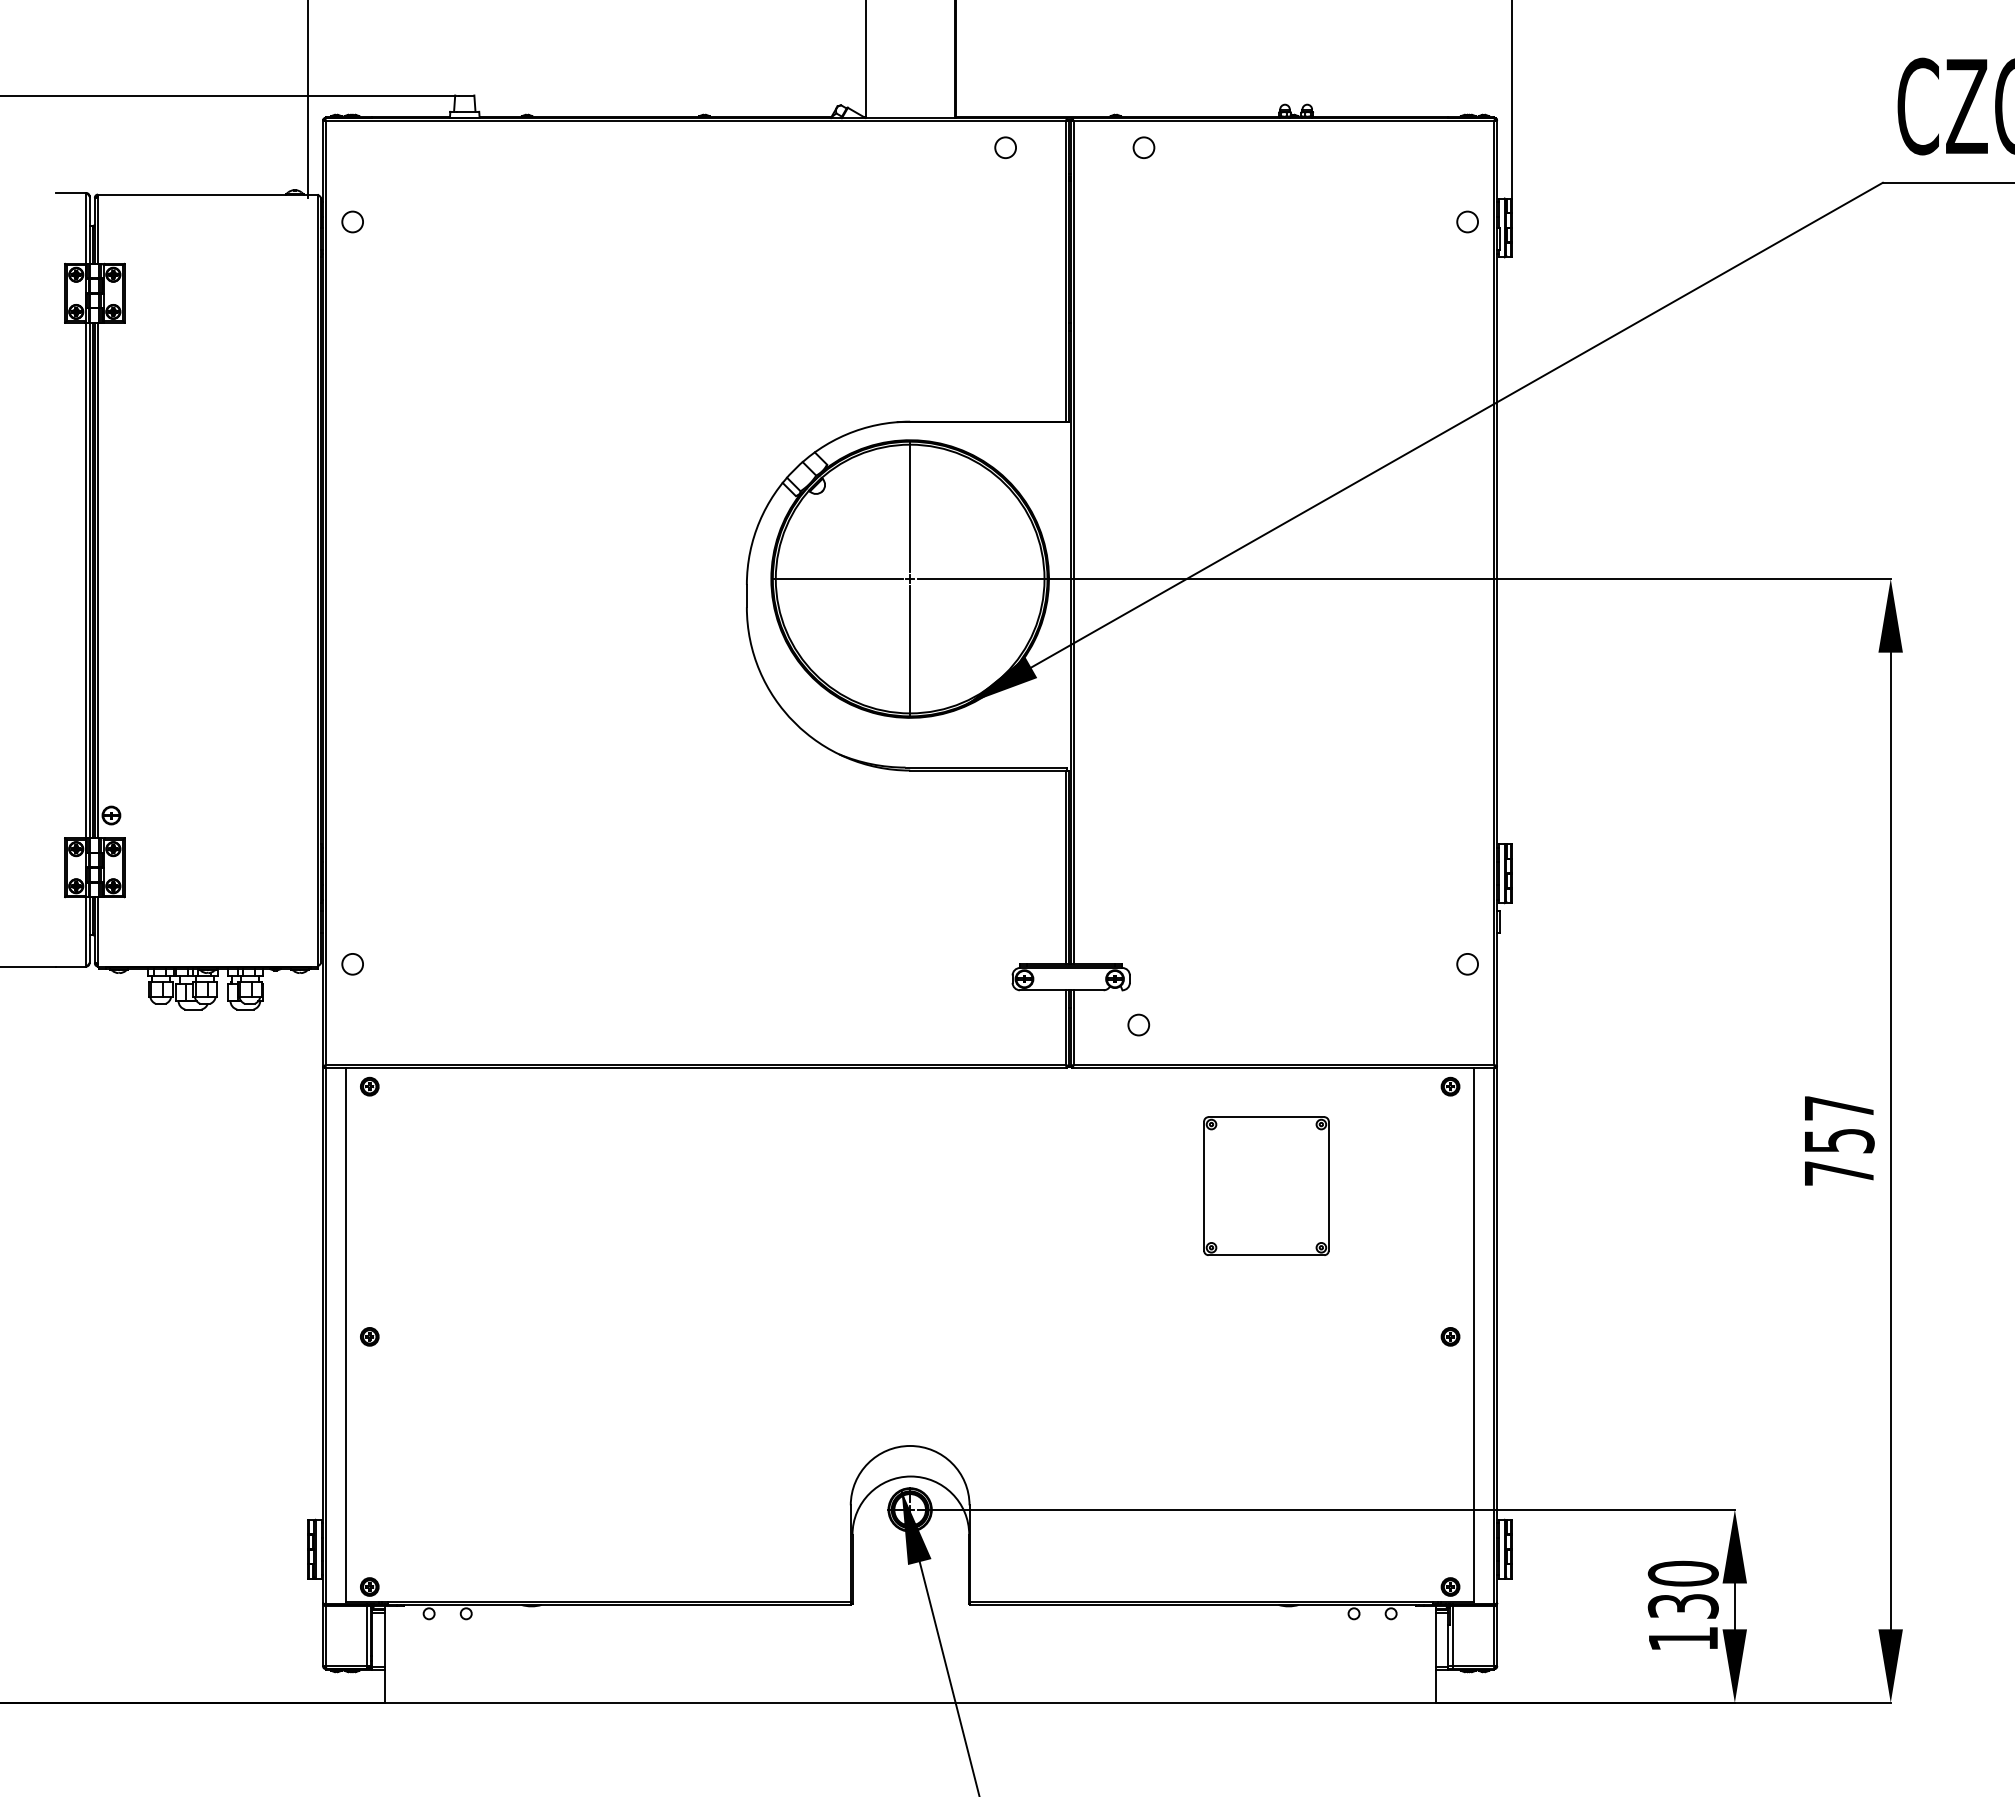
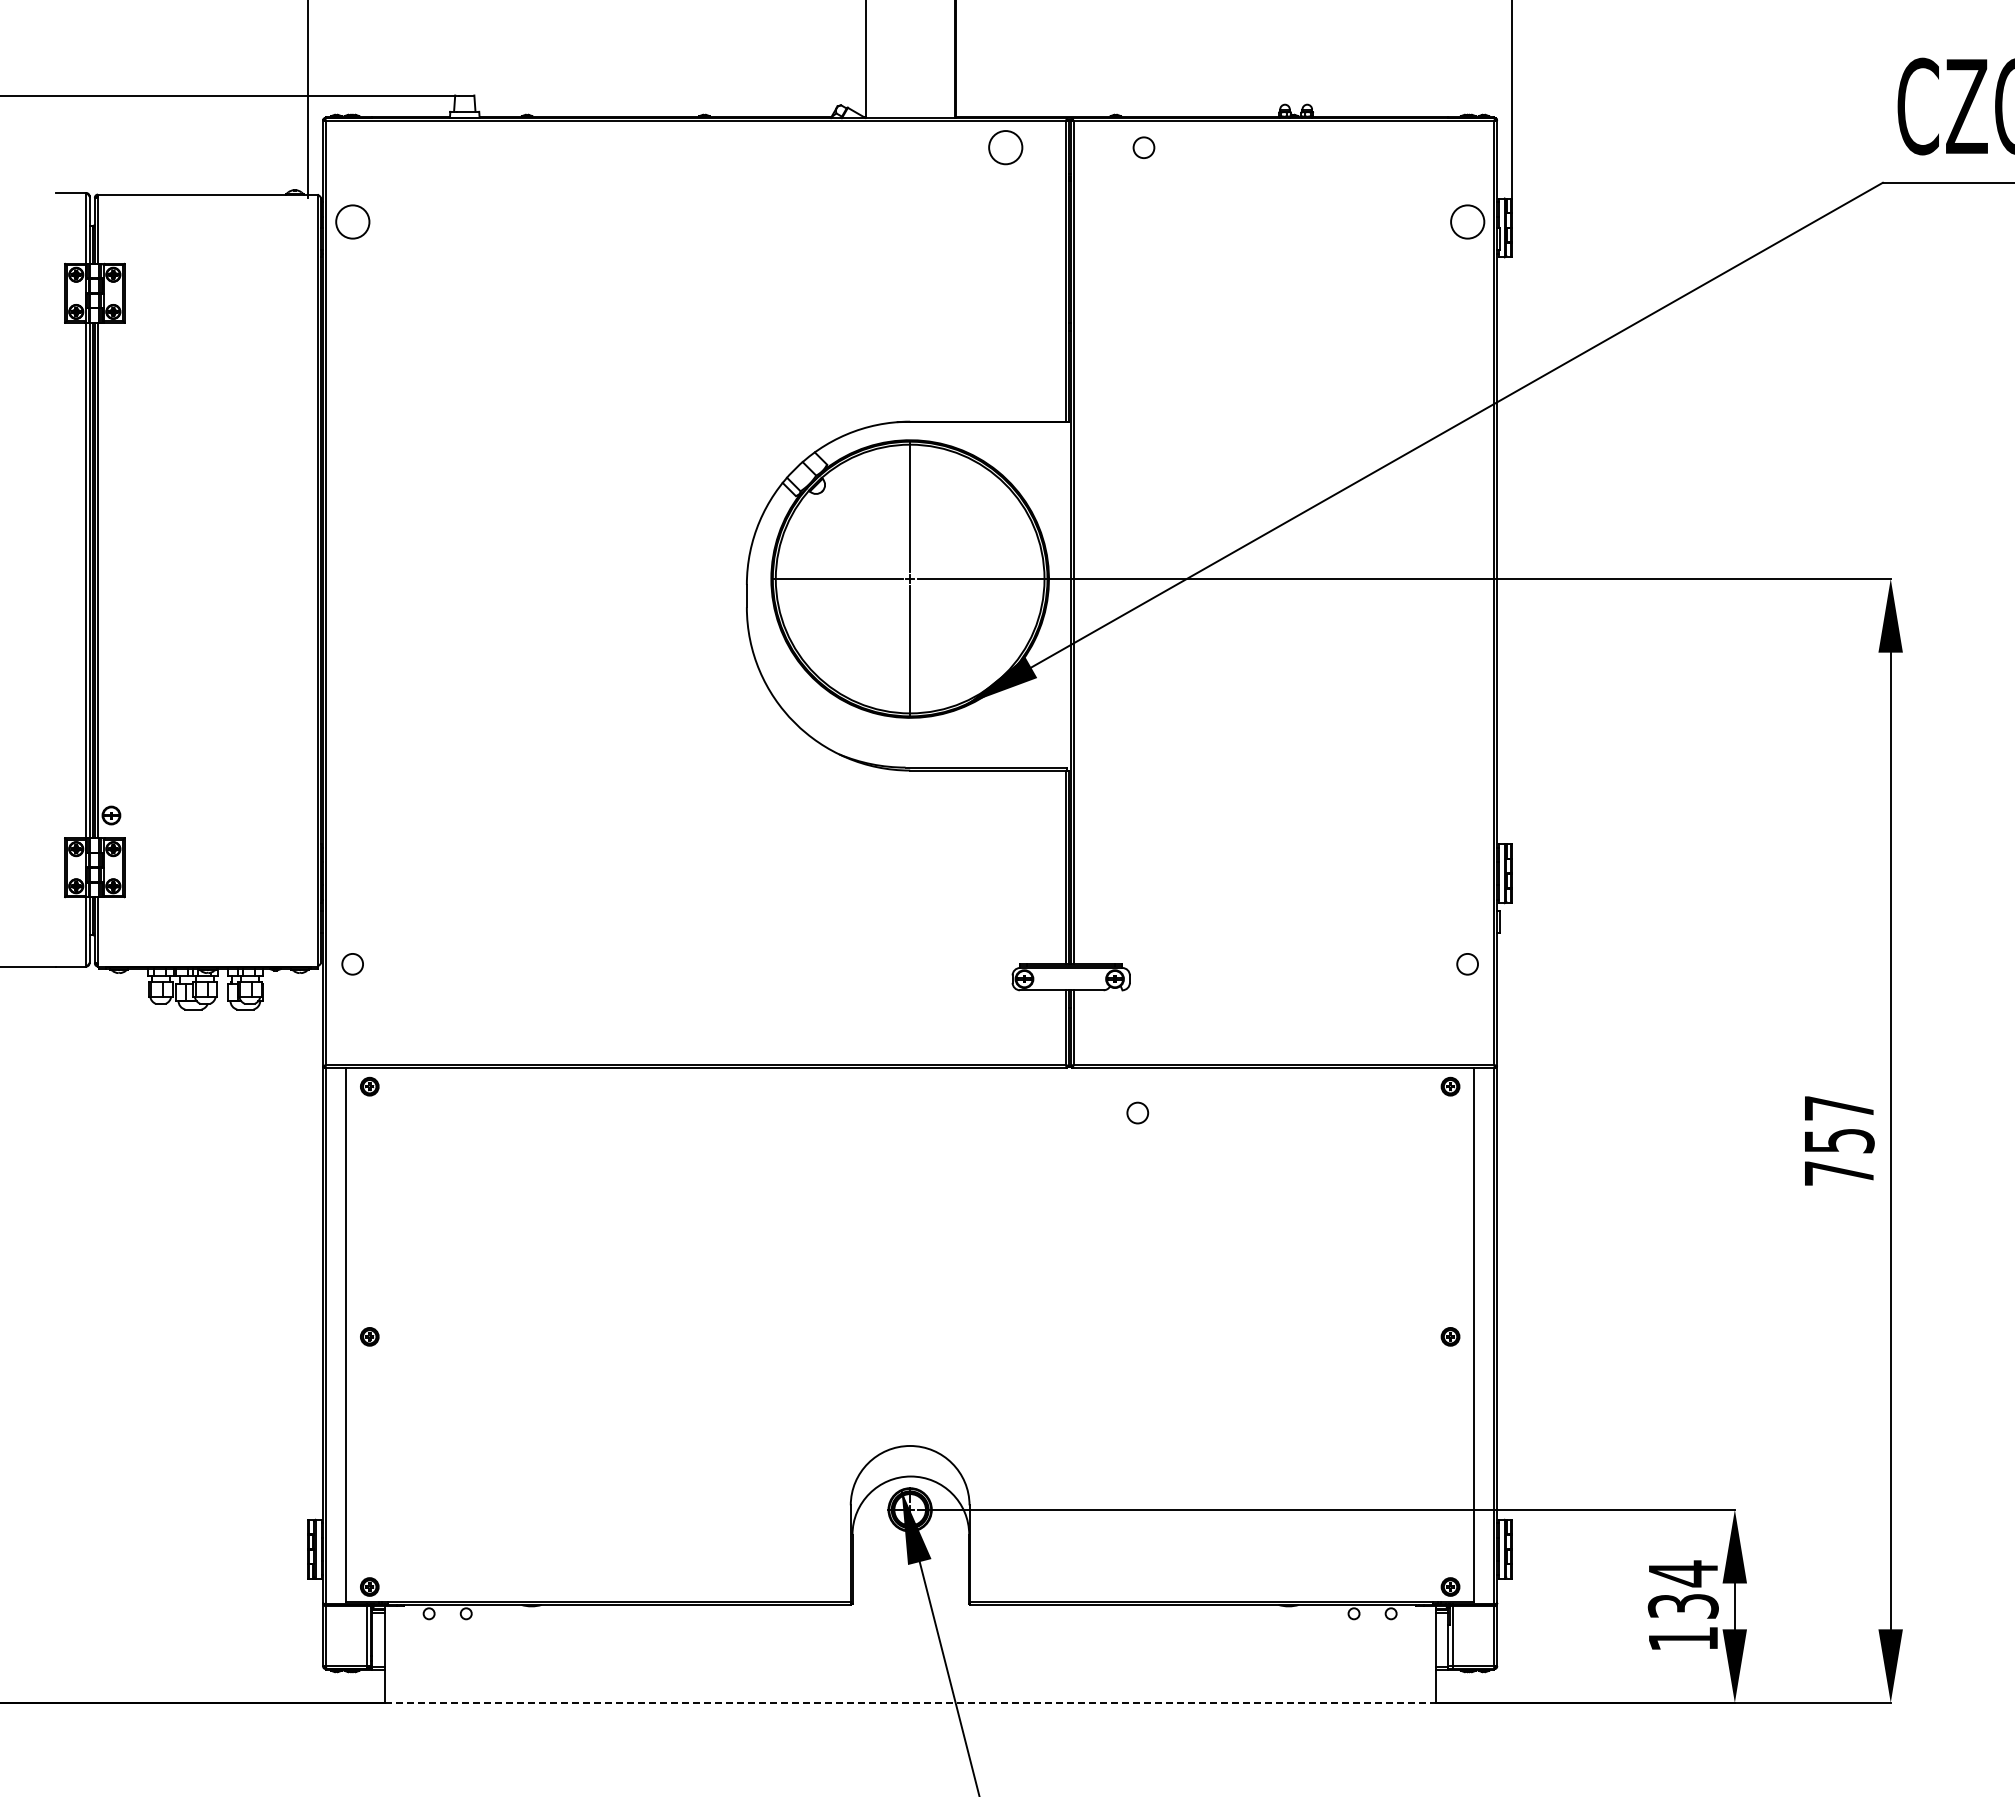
circle at (1005, 147) size: 23x24 px -> 36x36 px
circle at (352, 221) size: 23x24 px -> 36x36 px
circle at (1467, 221) size: 23x24 px -> 36x36 px
circle at (1138, 1024) position: (1138, 1024) -> (1137, 1112)
part at (1266, 1185): present -> none
text at (1682, 1573): 130 -> 134
line at (910, 1702): solid -> dashed
